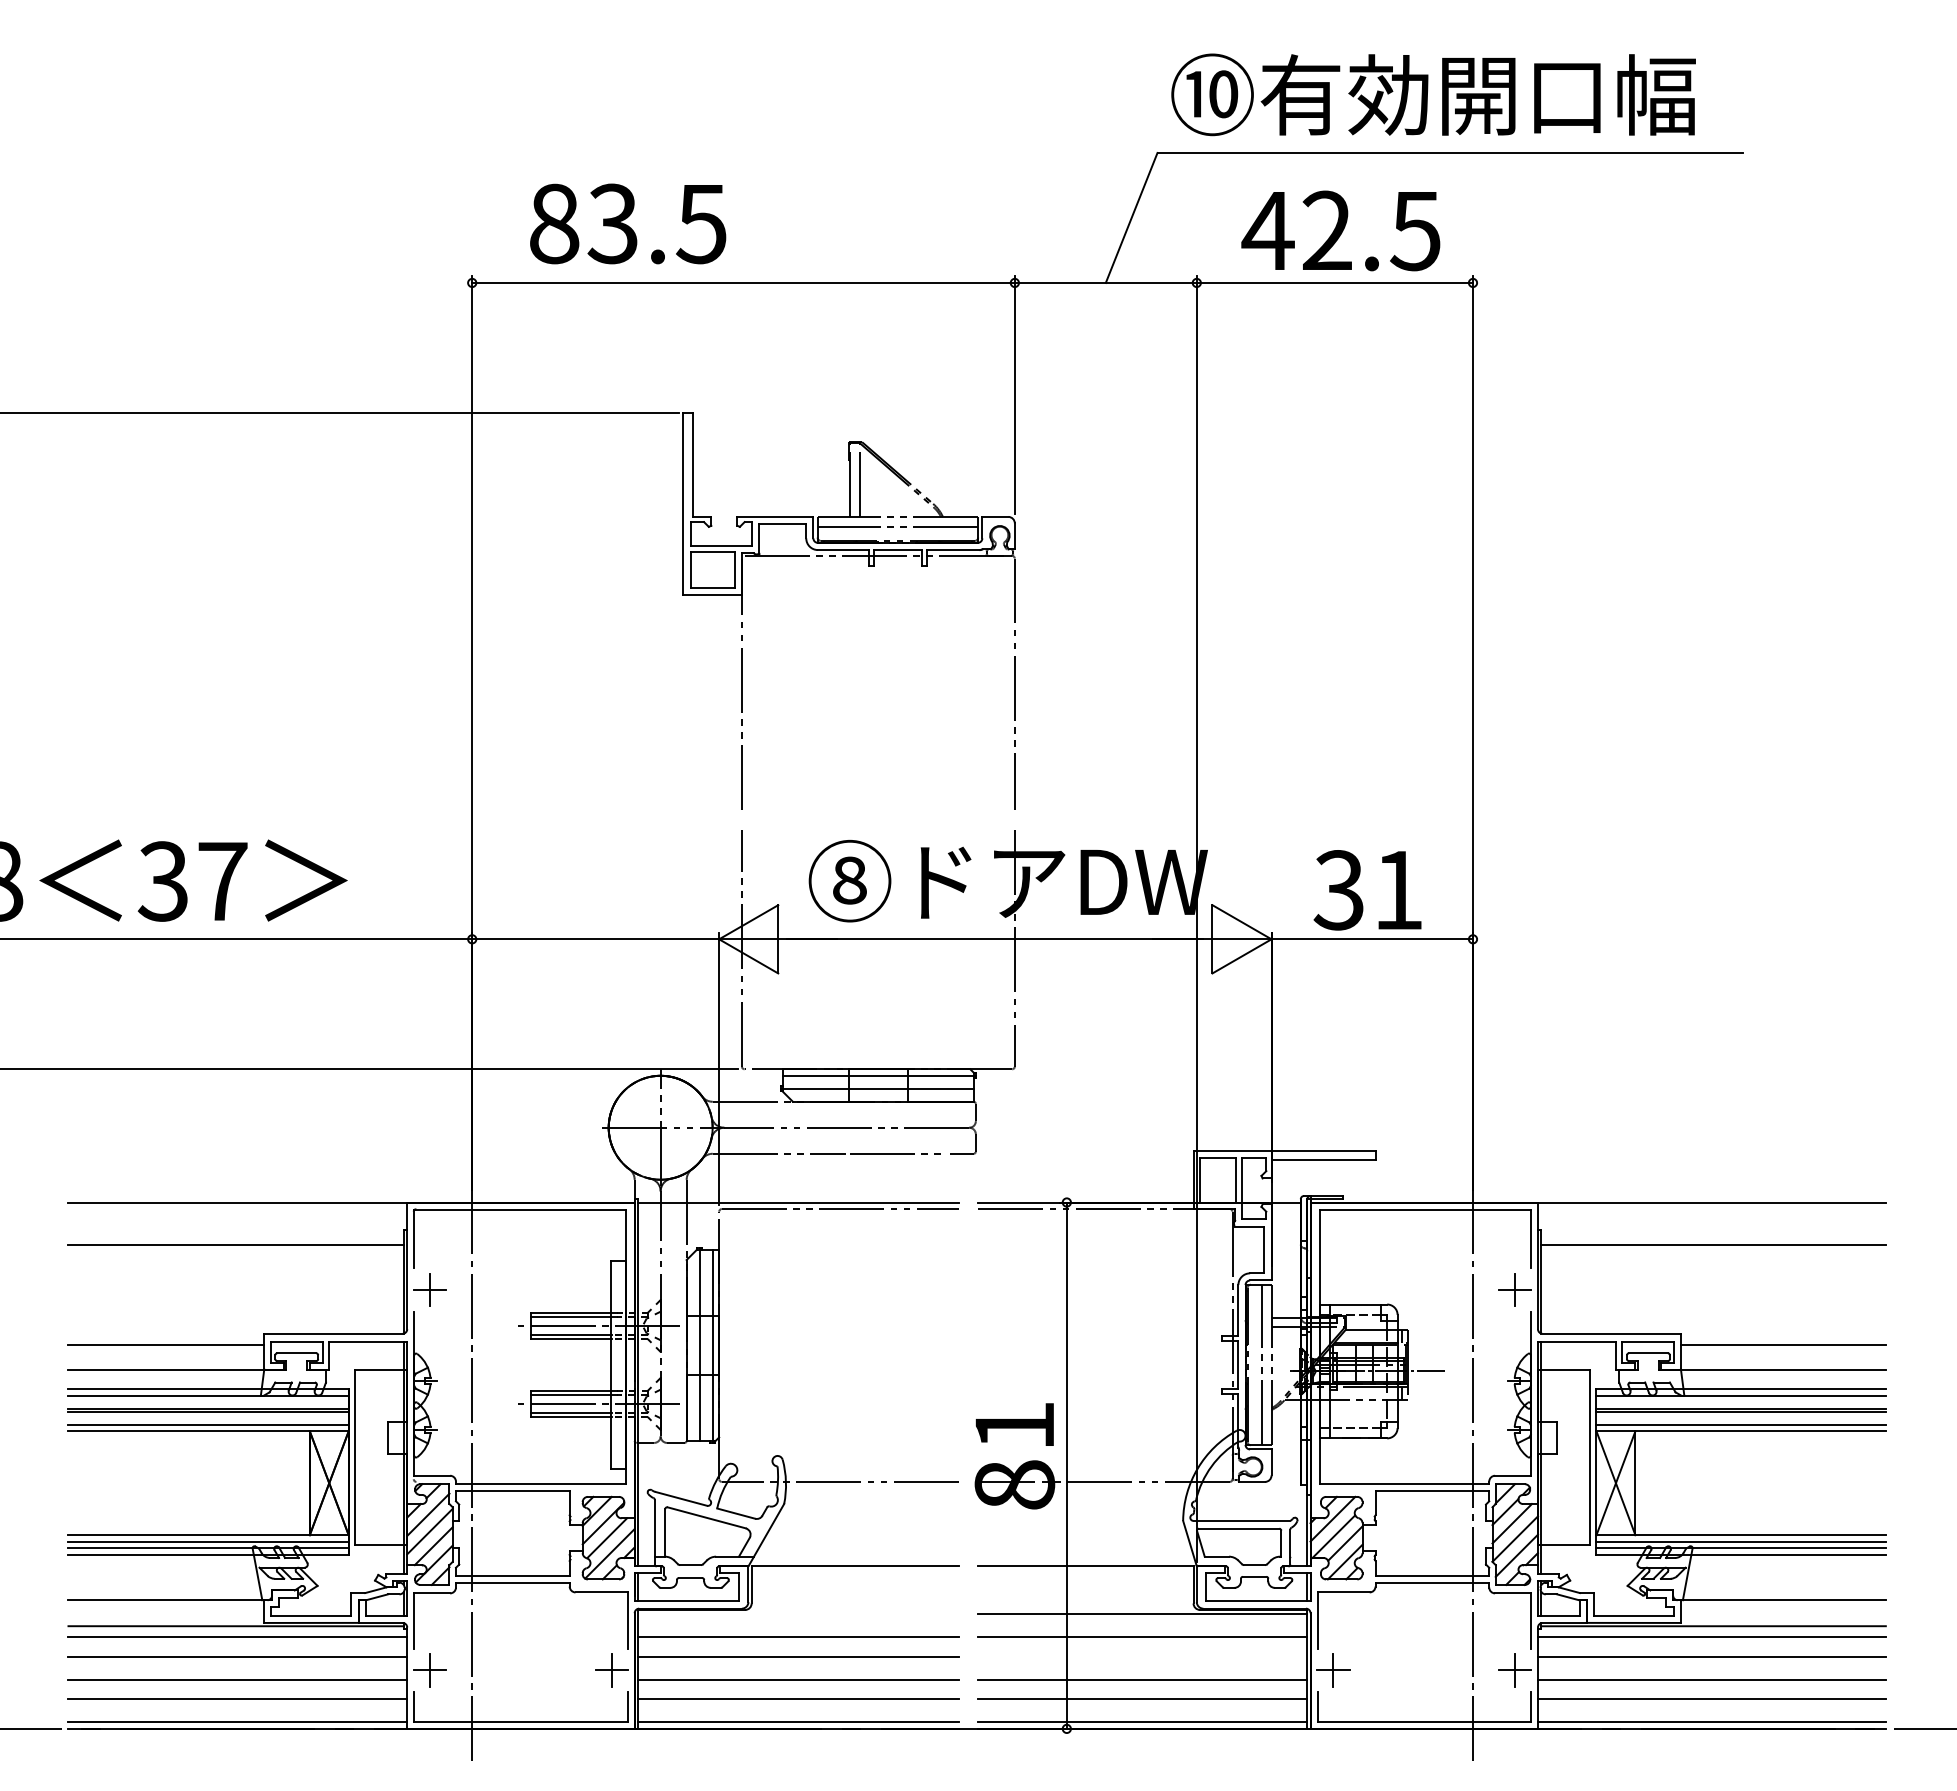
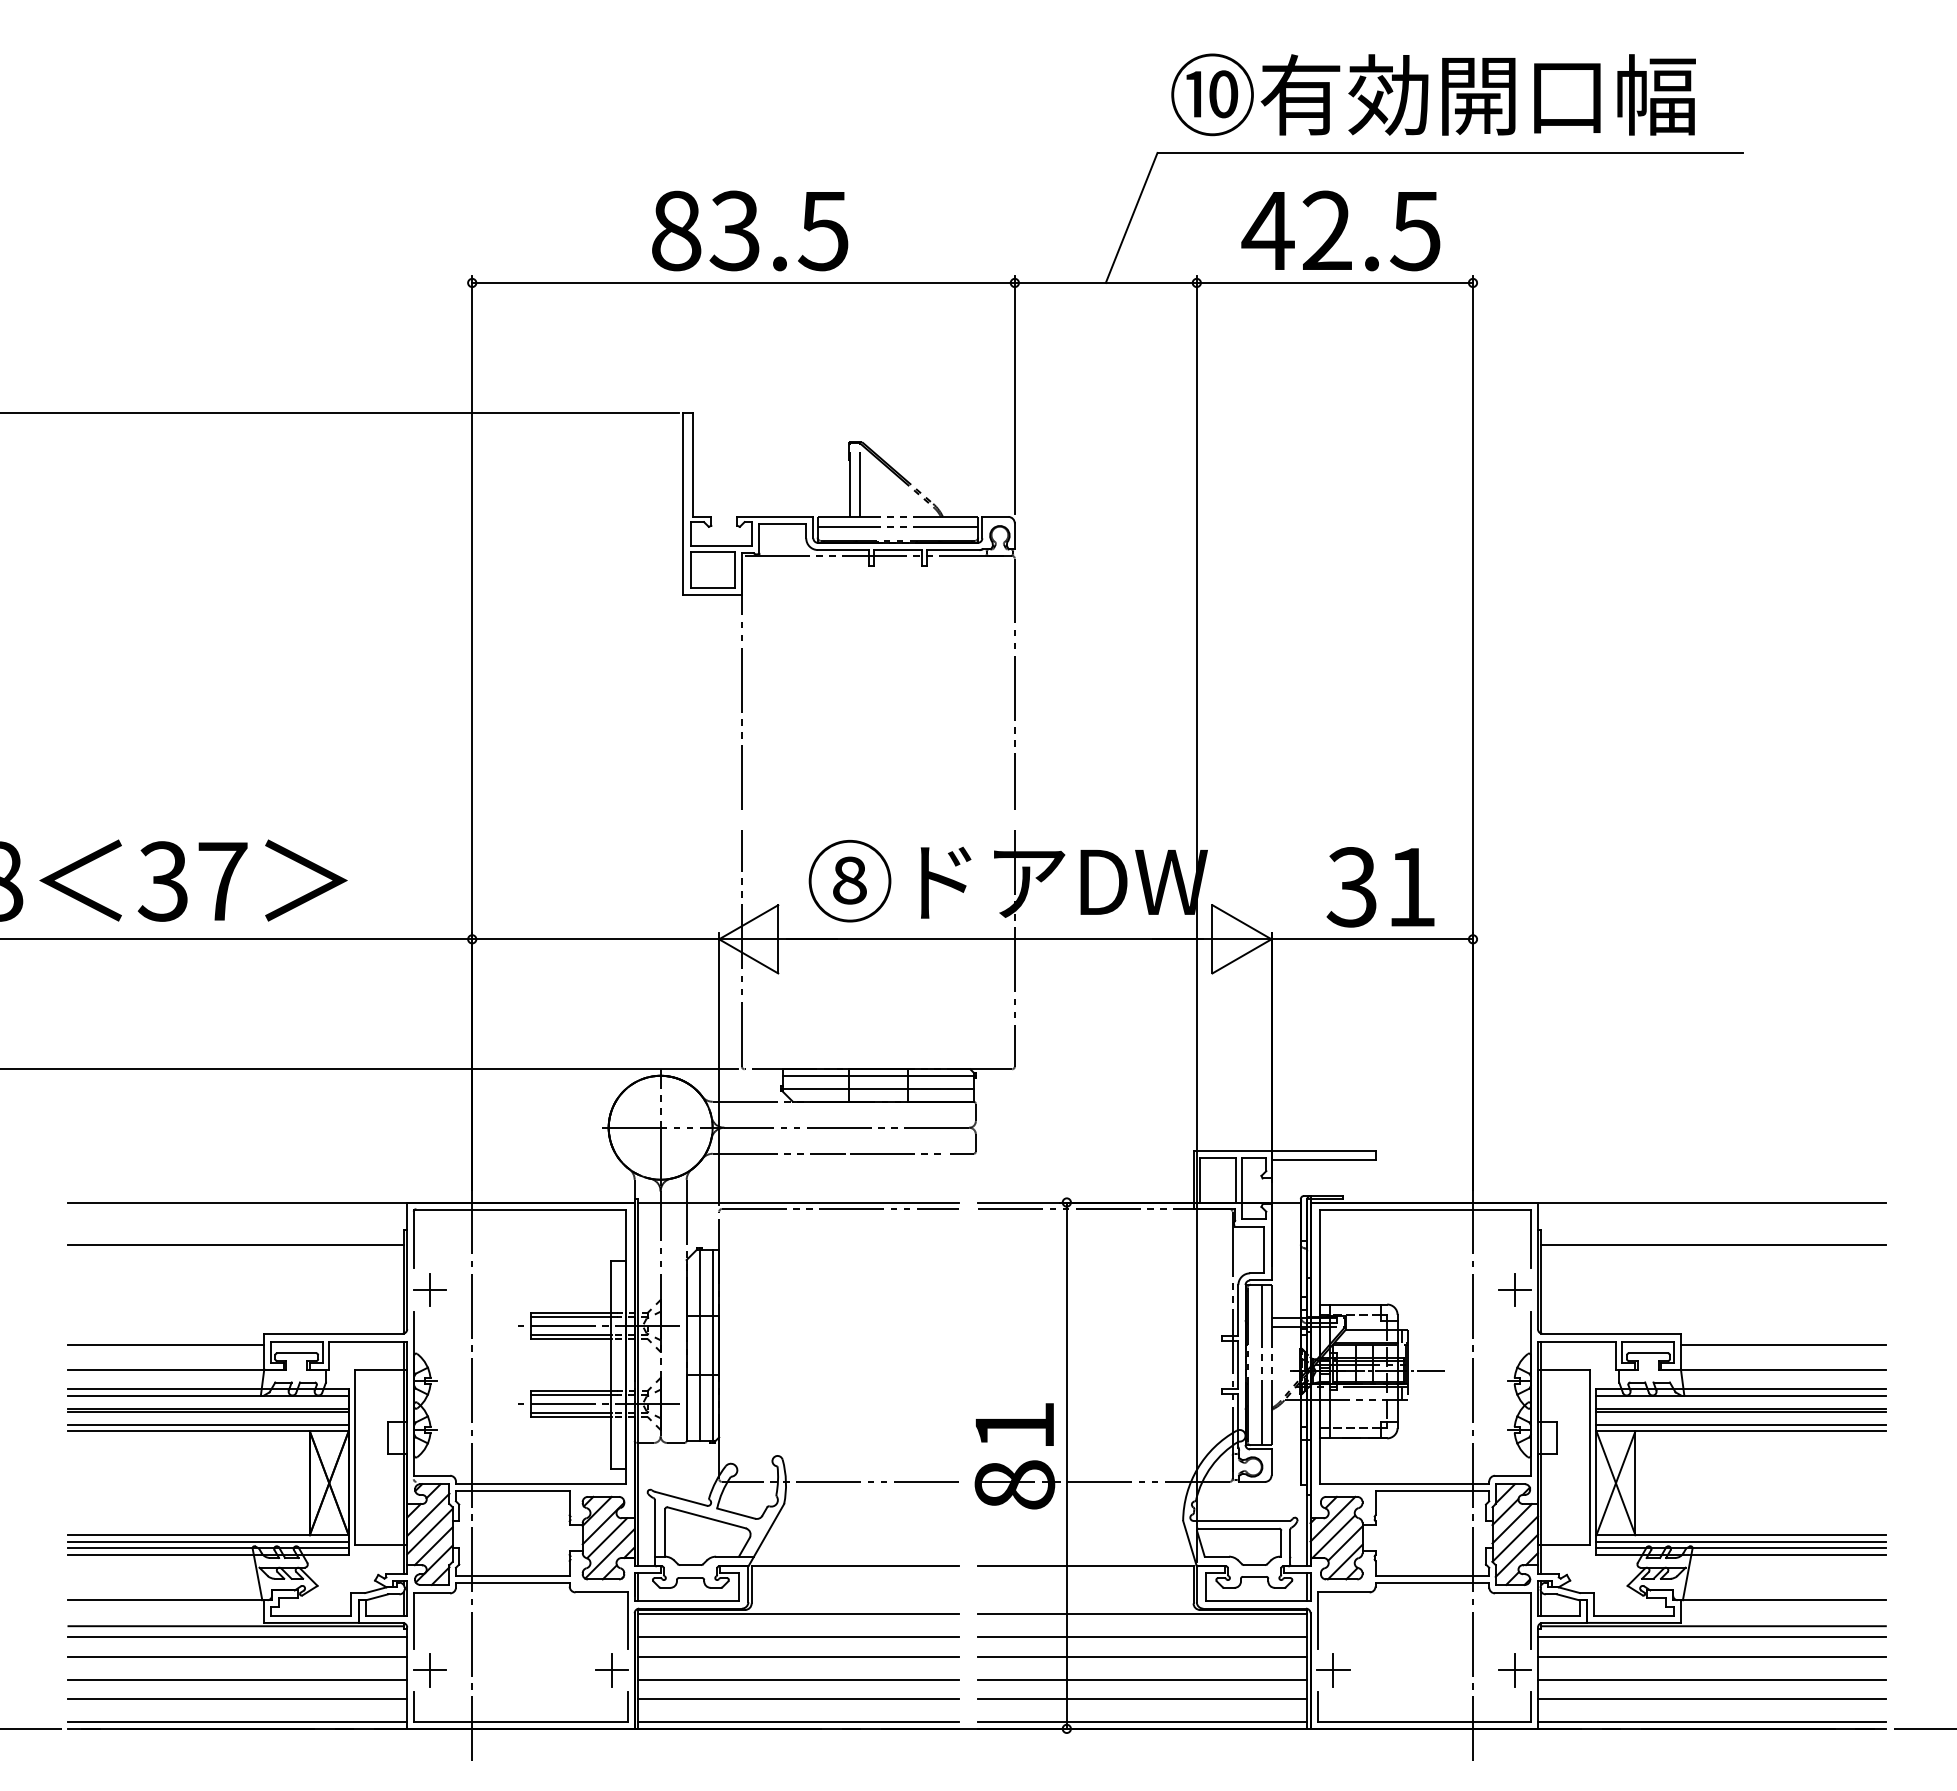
text at (628, 223) position: (628, 223) -> (750, 230)
text at (1367, 890) position: (1367, 890) -> (1380, 887)
line at (797, 1613): none -> present
line at (1142, 1656): none -> present
